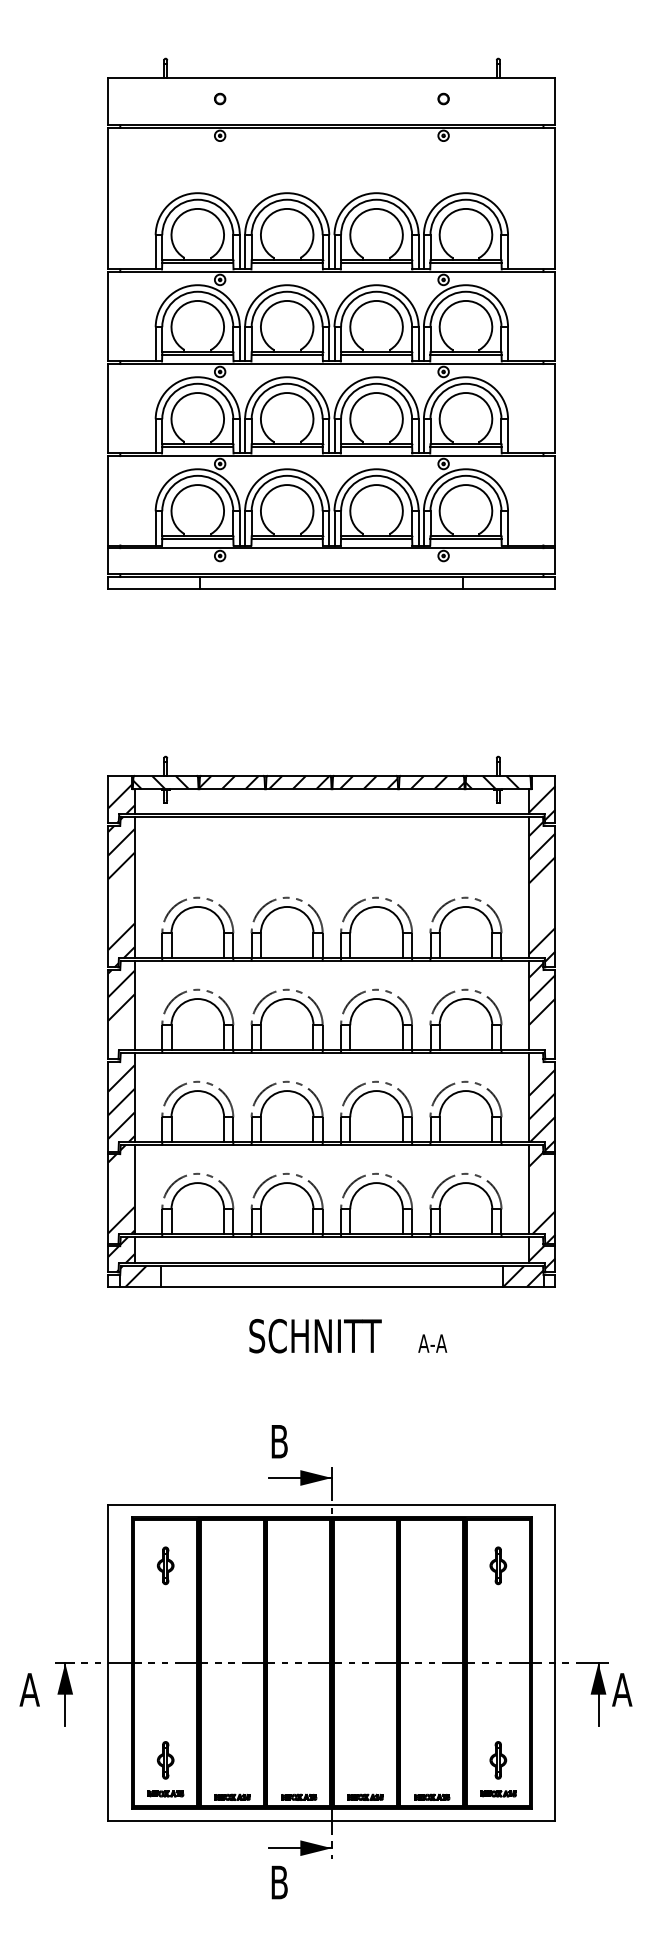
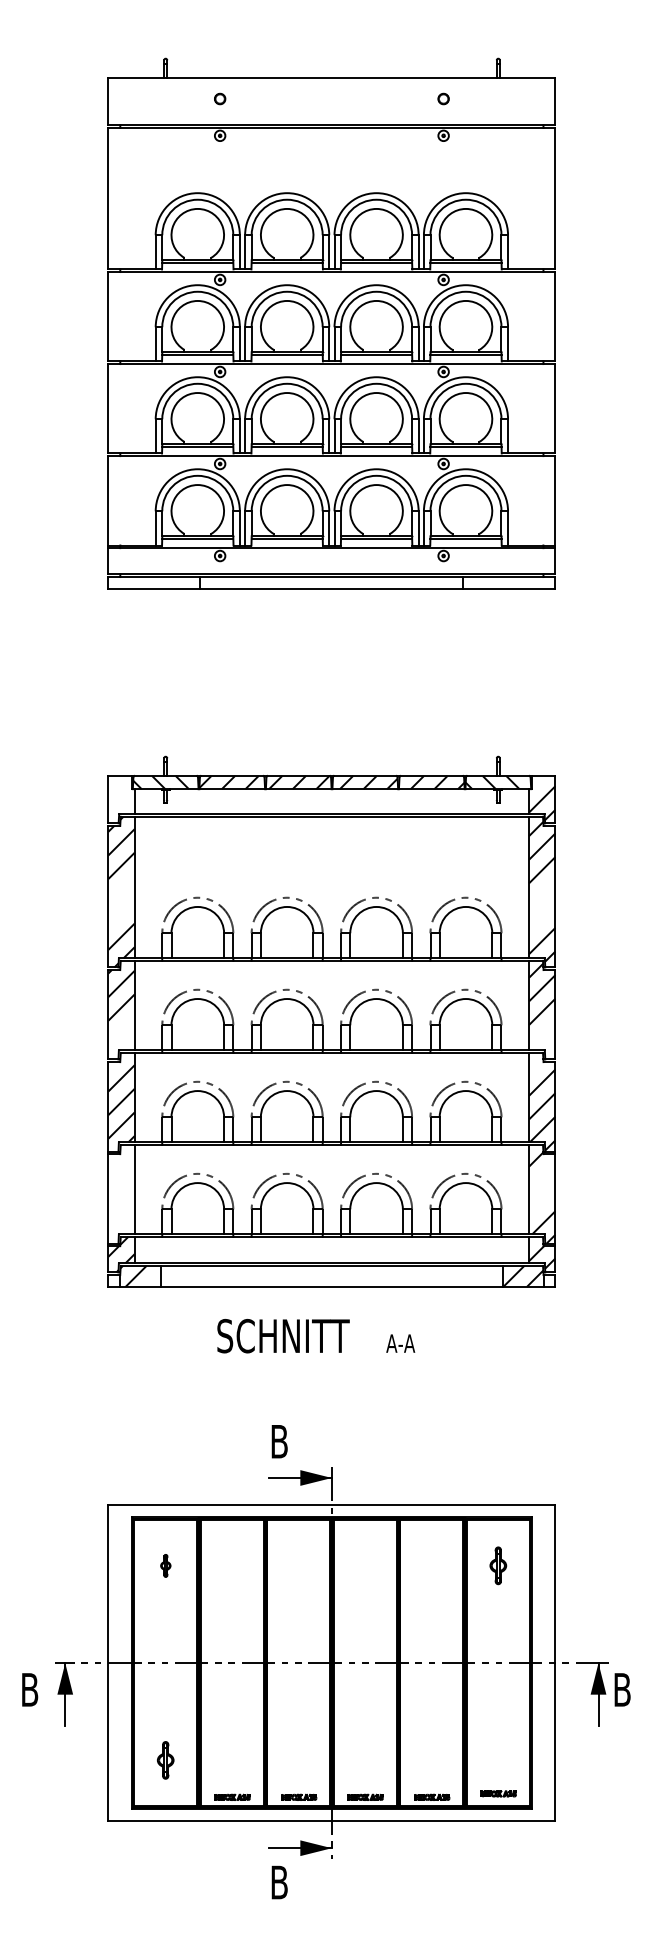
hatch at (121, 803): present -> none
hatch at (121, 1189): present -> none
text at (348, 1336) position: (348, 1336) -> (316, 1336)
part at (165, 1565) size: 18x40 px -> 12x24 px
text at (29, 1689): A -> B
text at (622, 1689): A -> B
part at (498, 1760): present -> none
part at (165, 1793): present -> none
